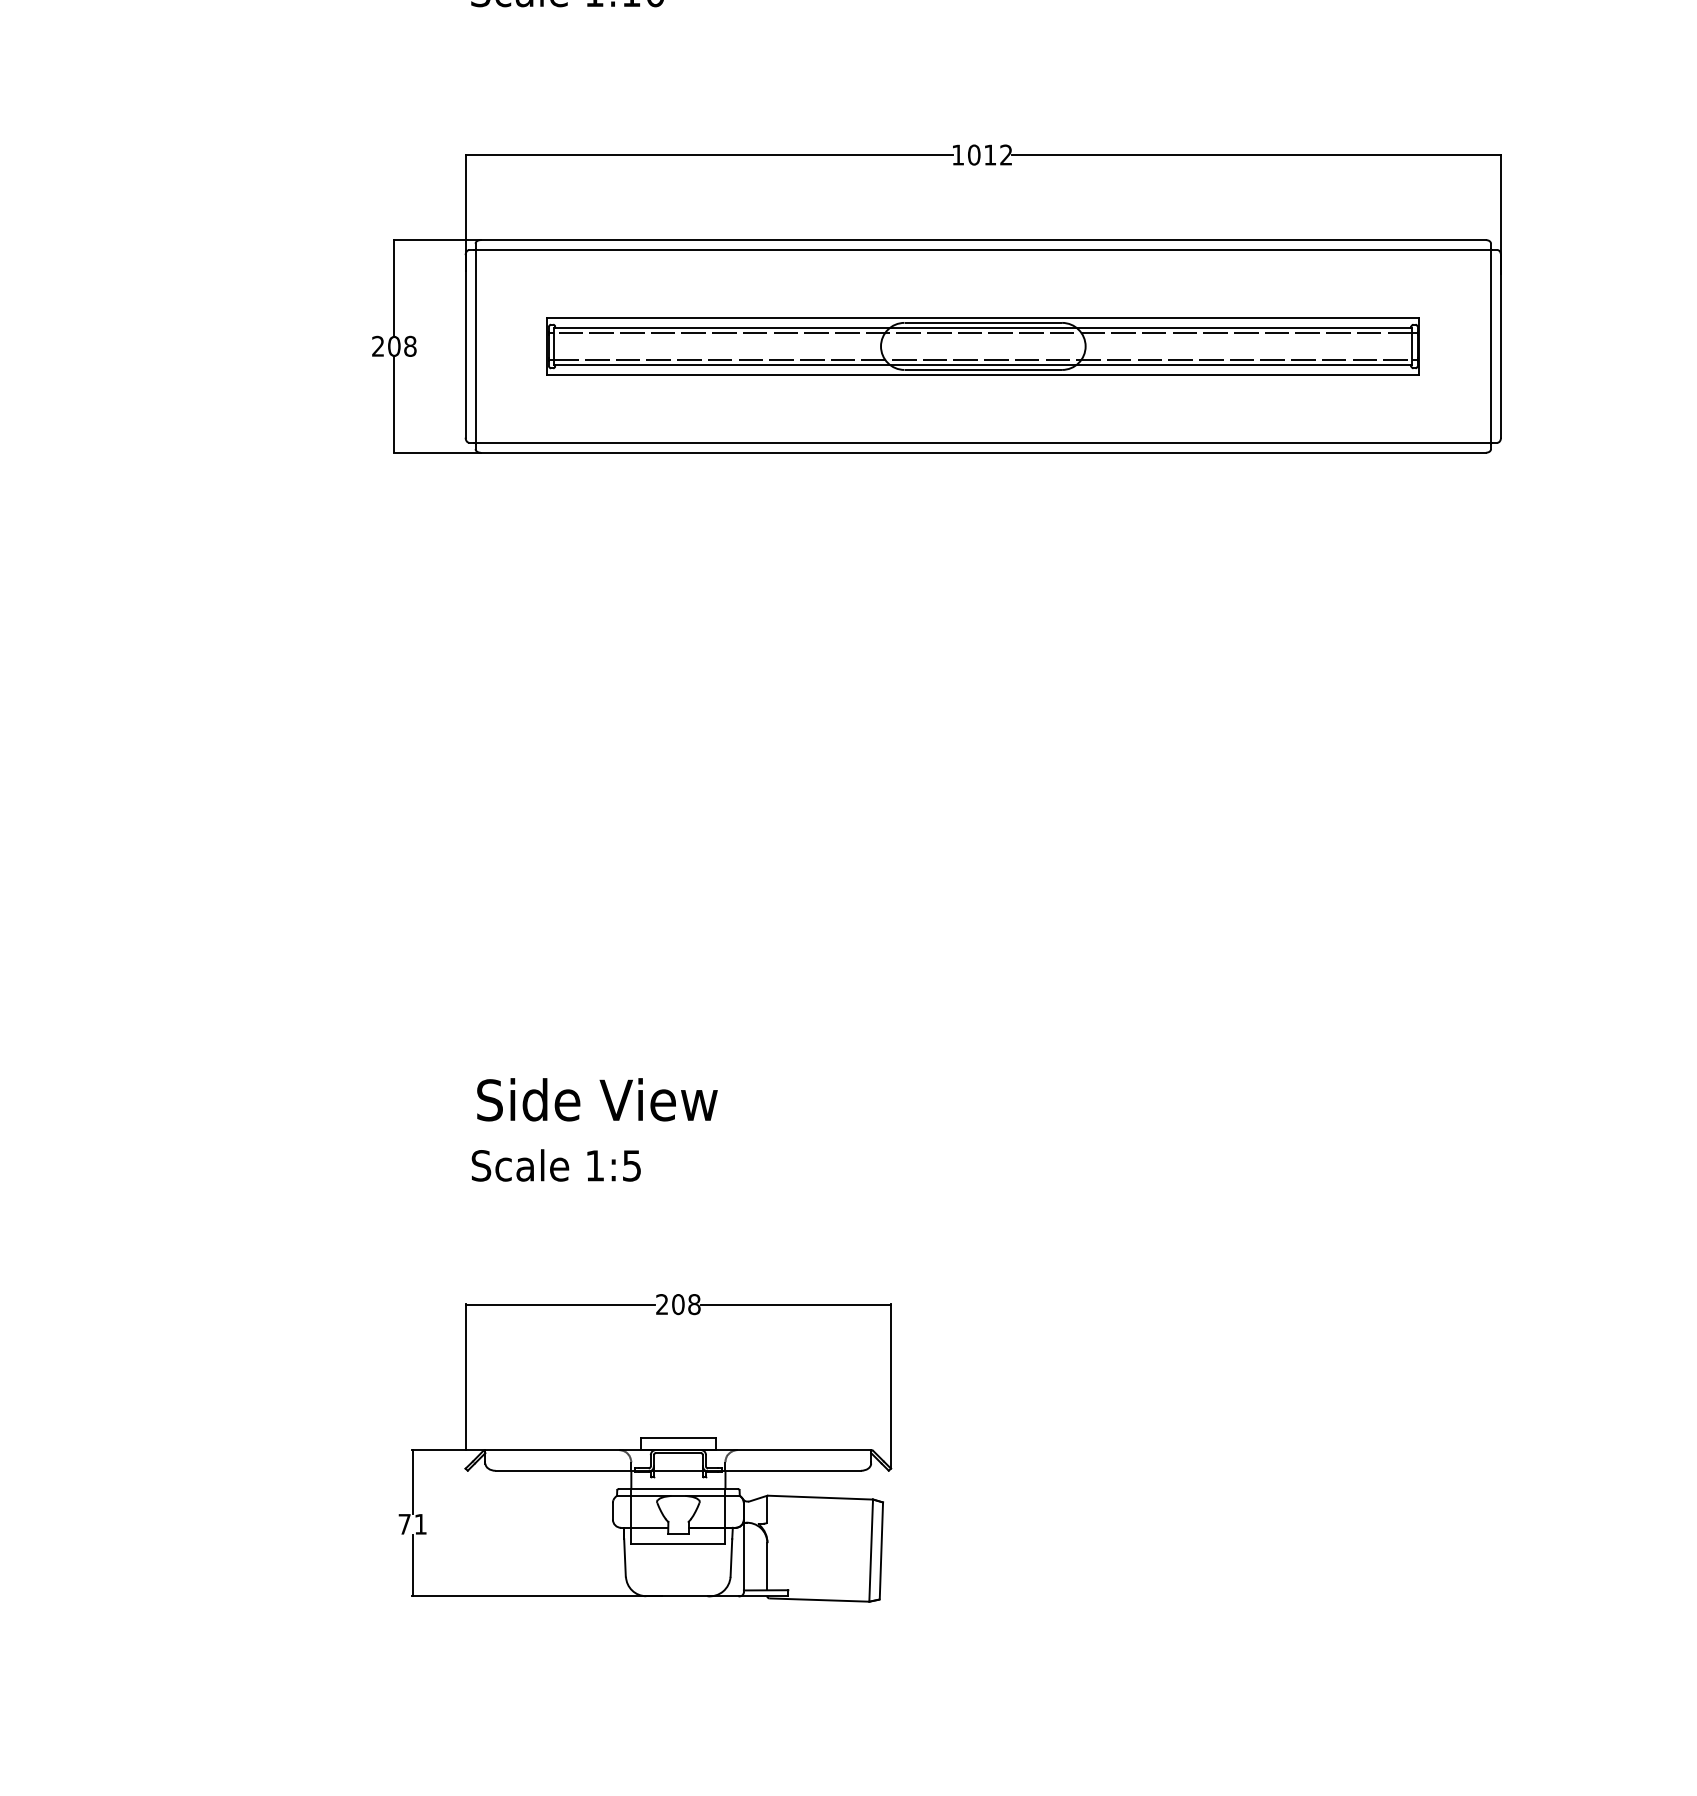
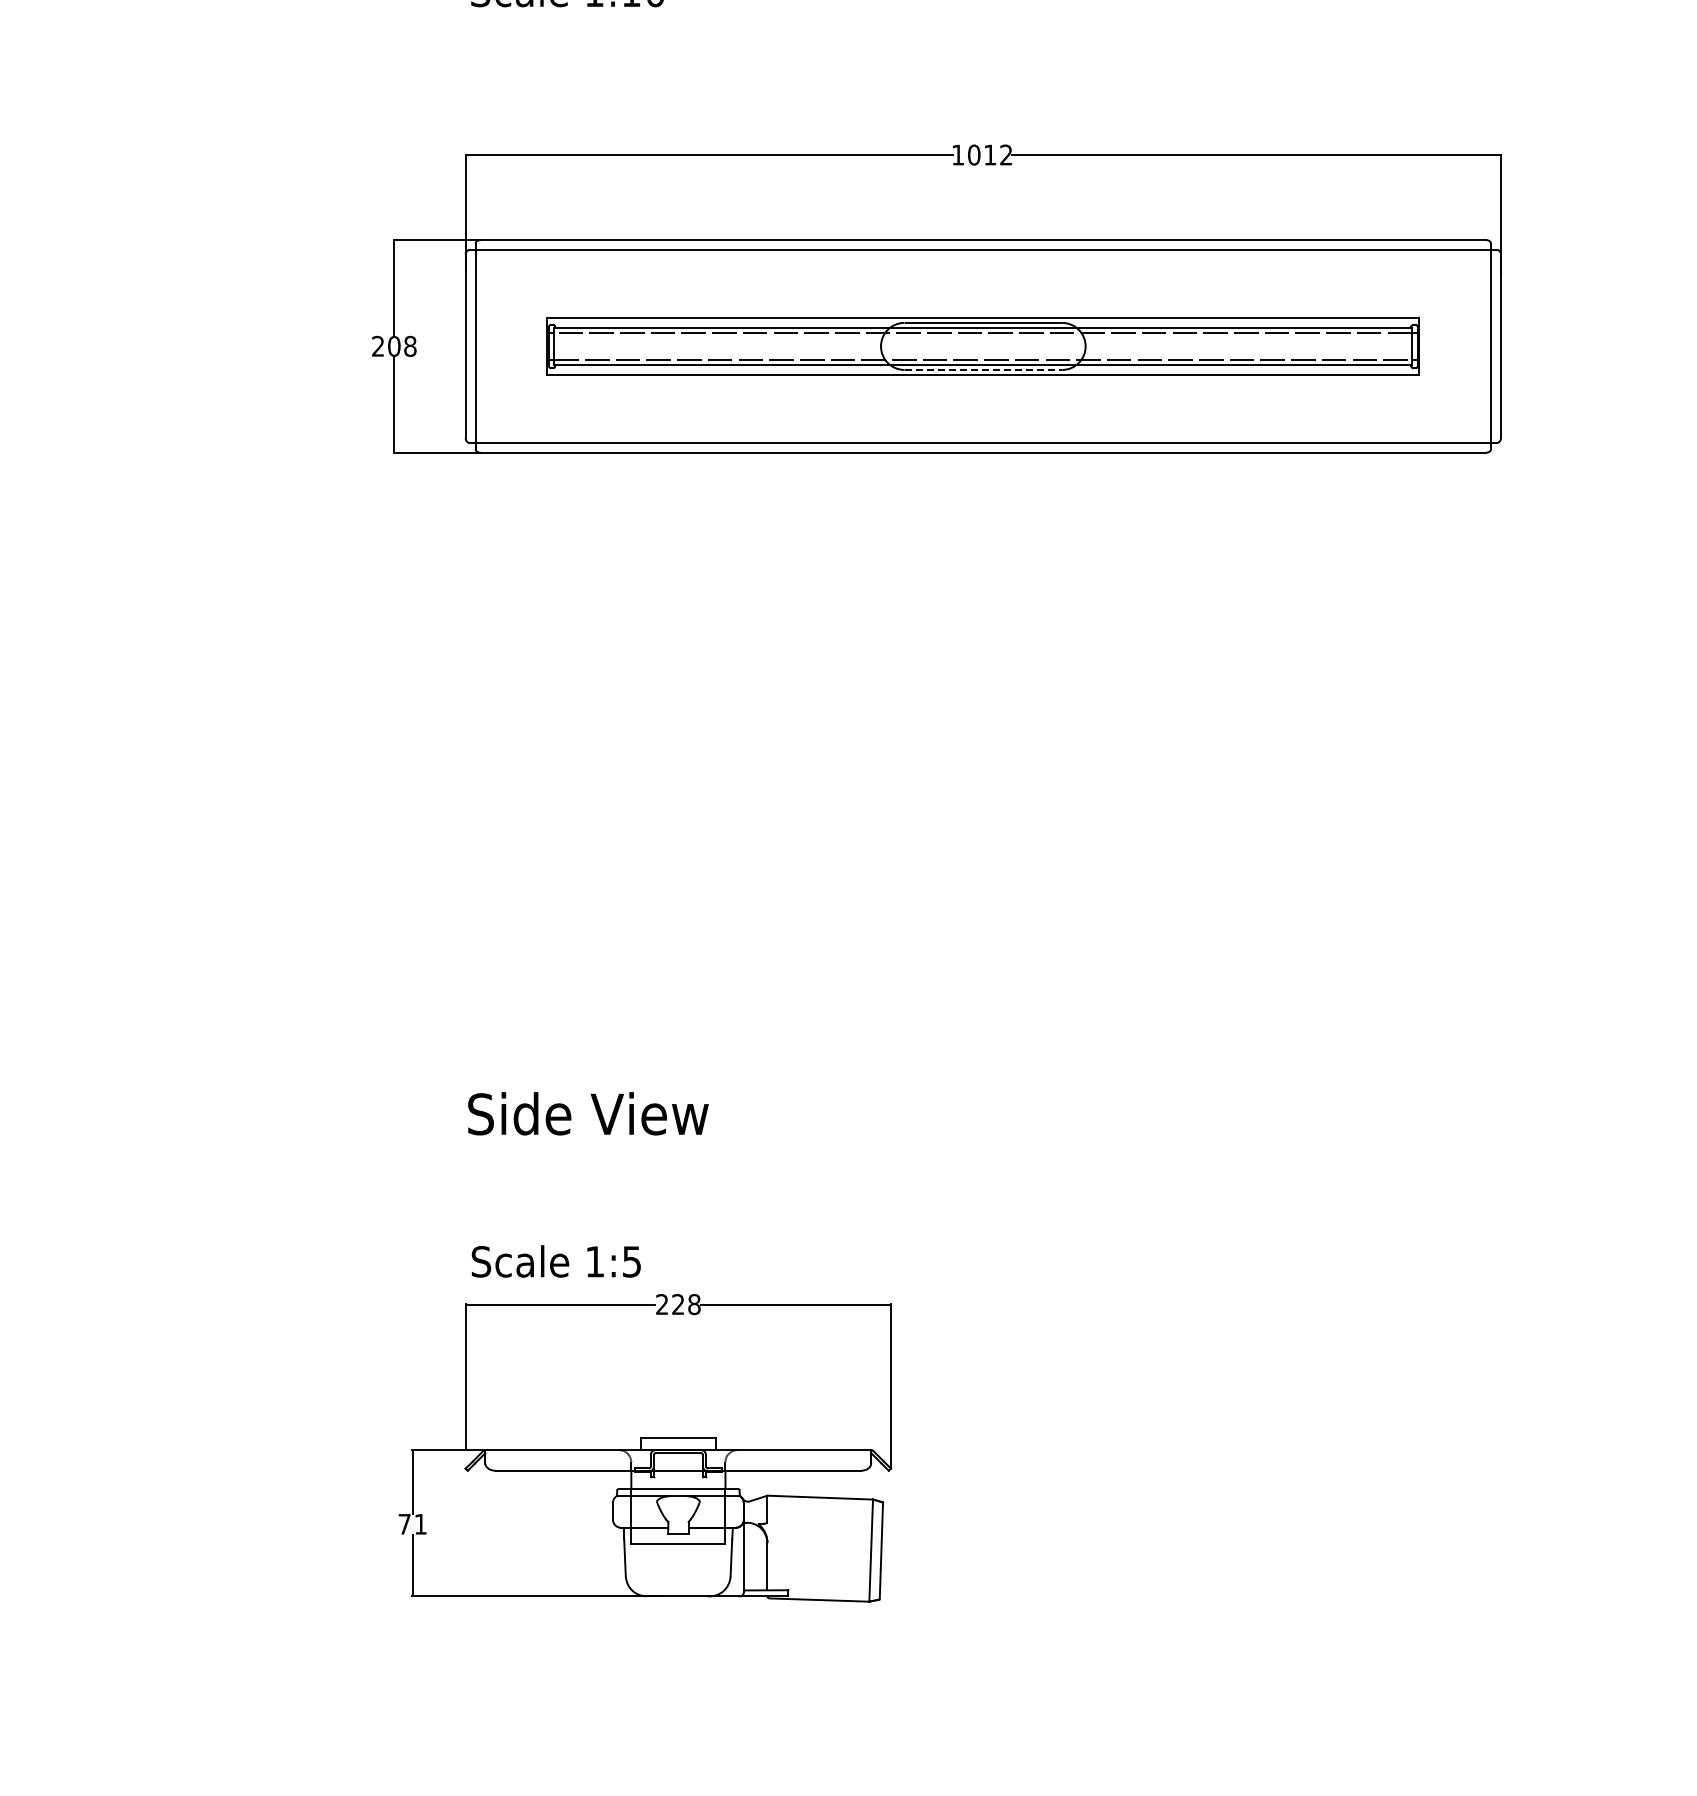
line at (983, 369): solid -> dashed
text at (597, 1099) position: (597, 1099) -> (588, 1113)
text at (555, 1165) position: (555, 1165) -> (555, 1261)
text at (678, 1304): 208 -> 228
